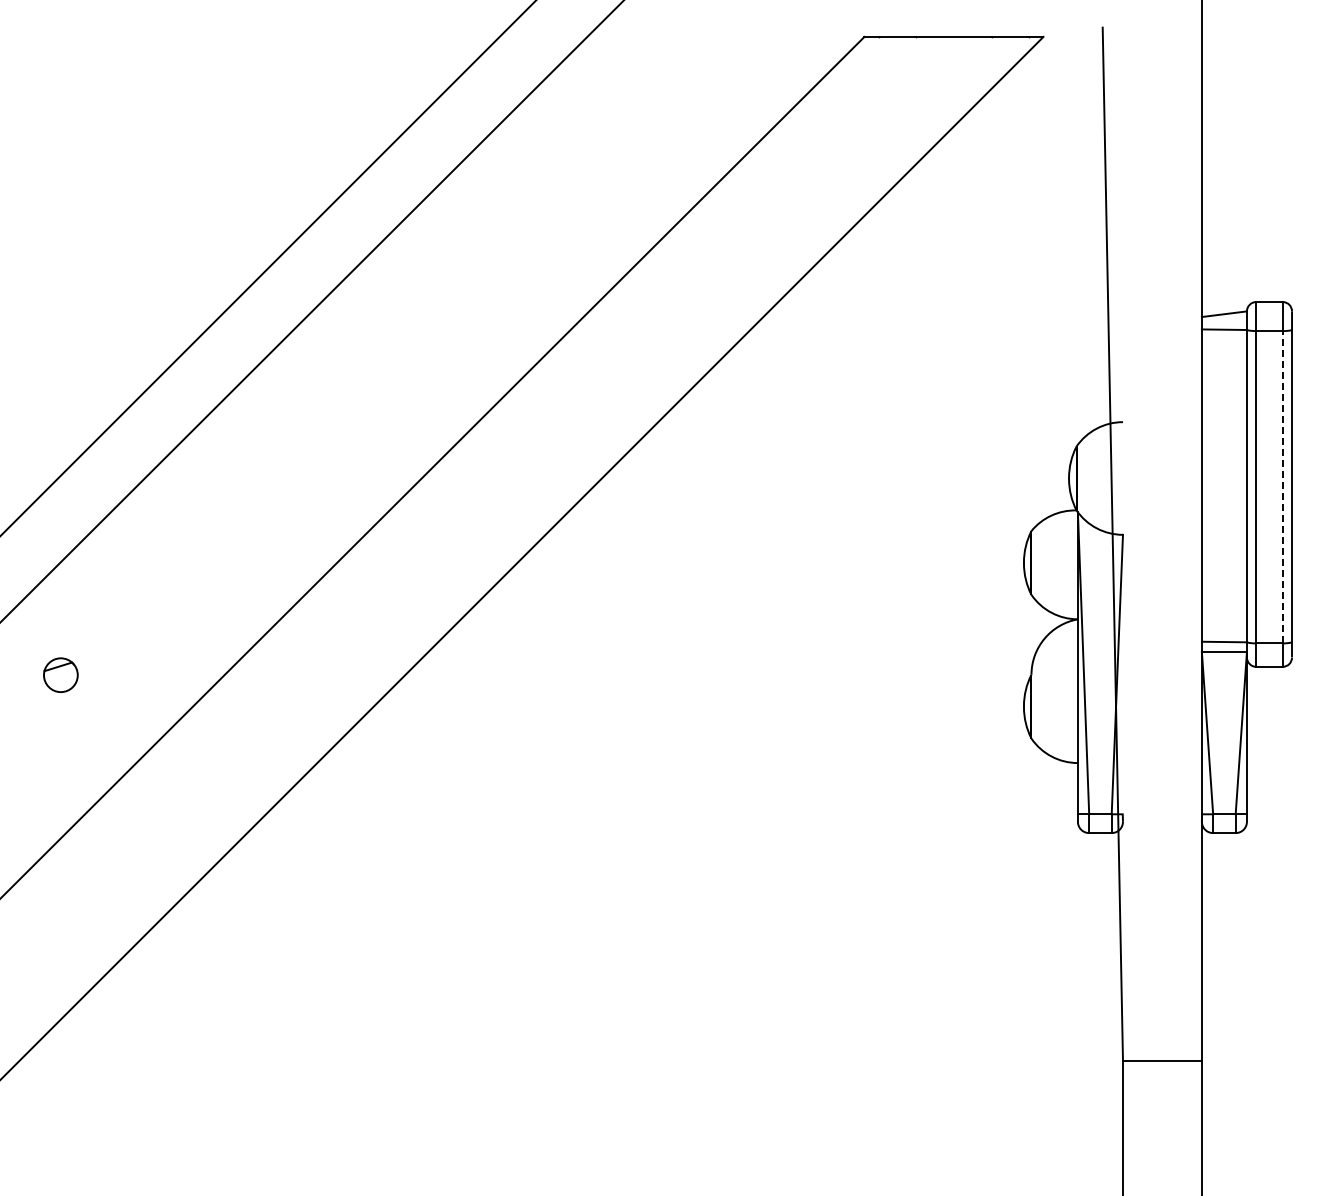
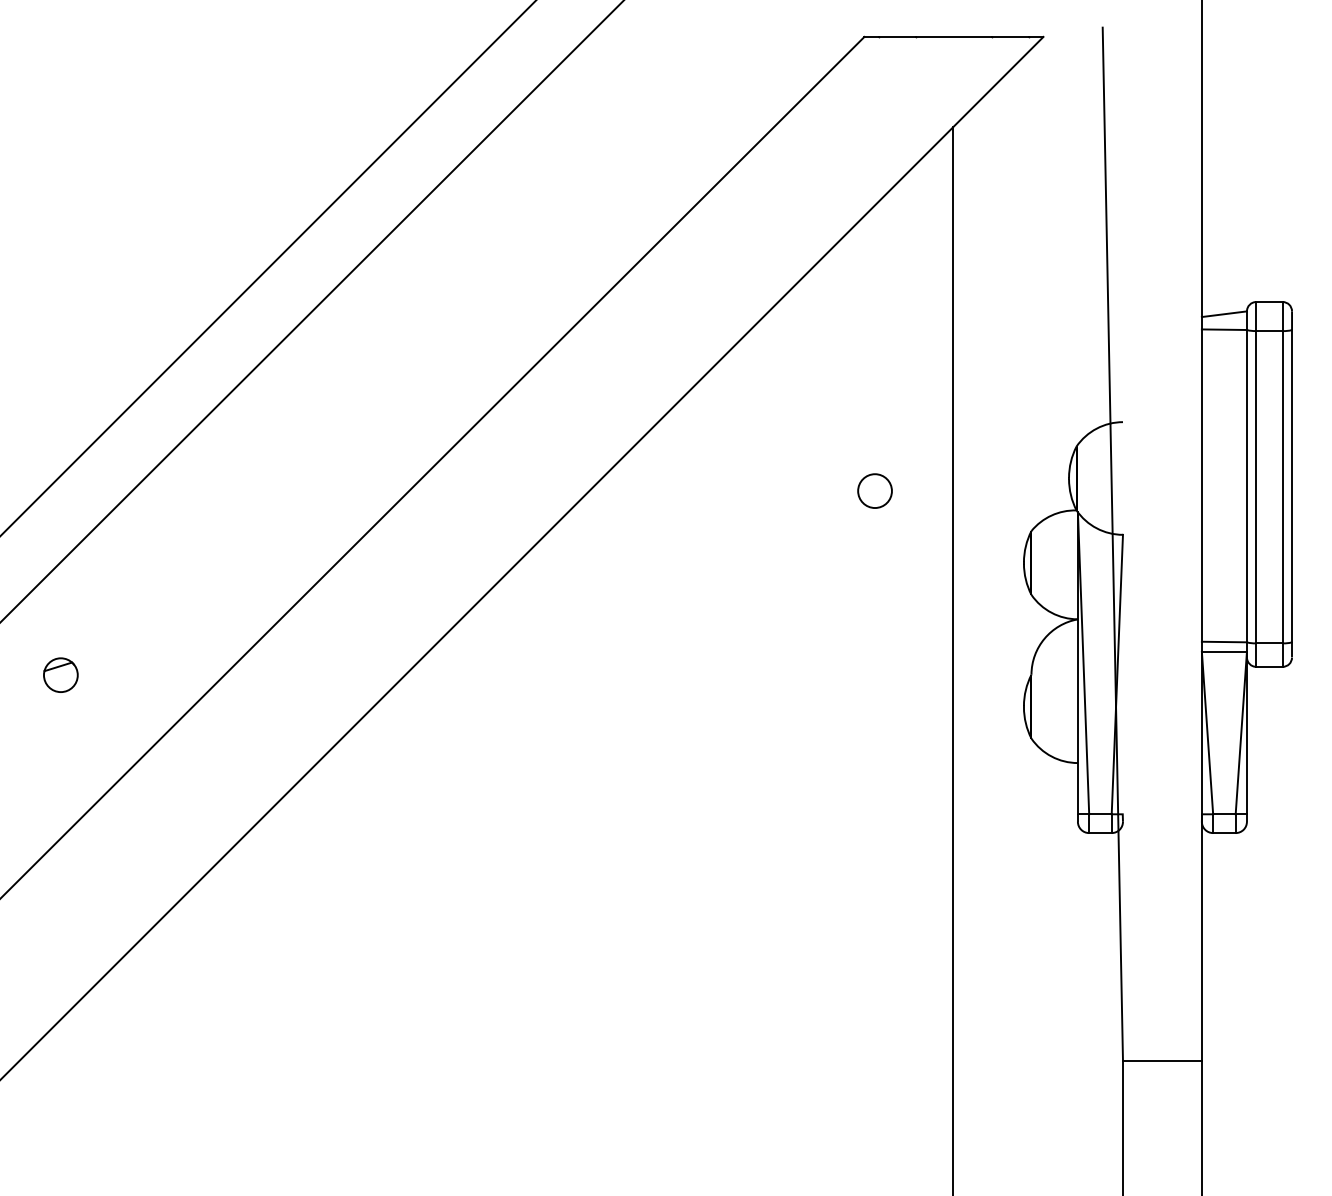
line at (1282, 486): dashed -> solid
circle at (874, 490): none -> present
line at (953, 659): none -> present
